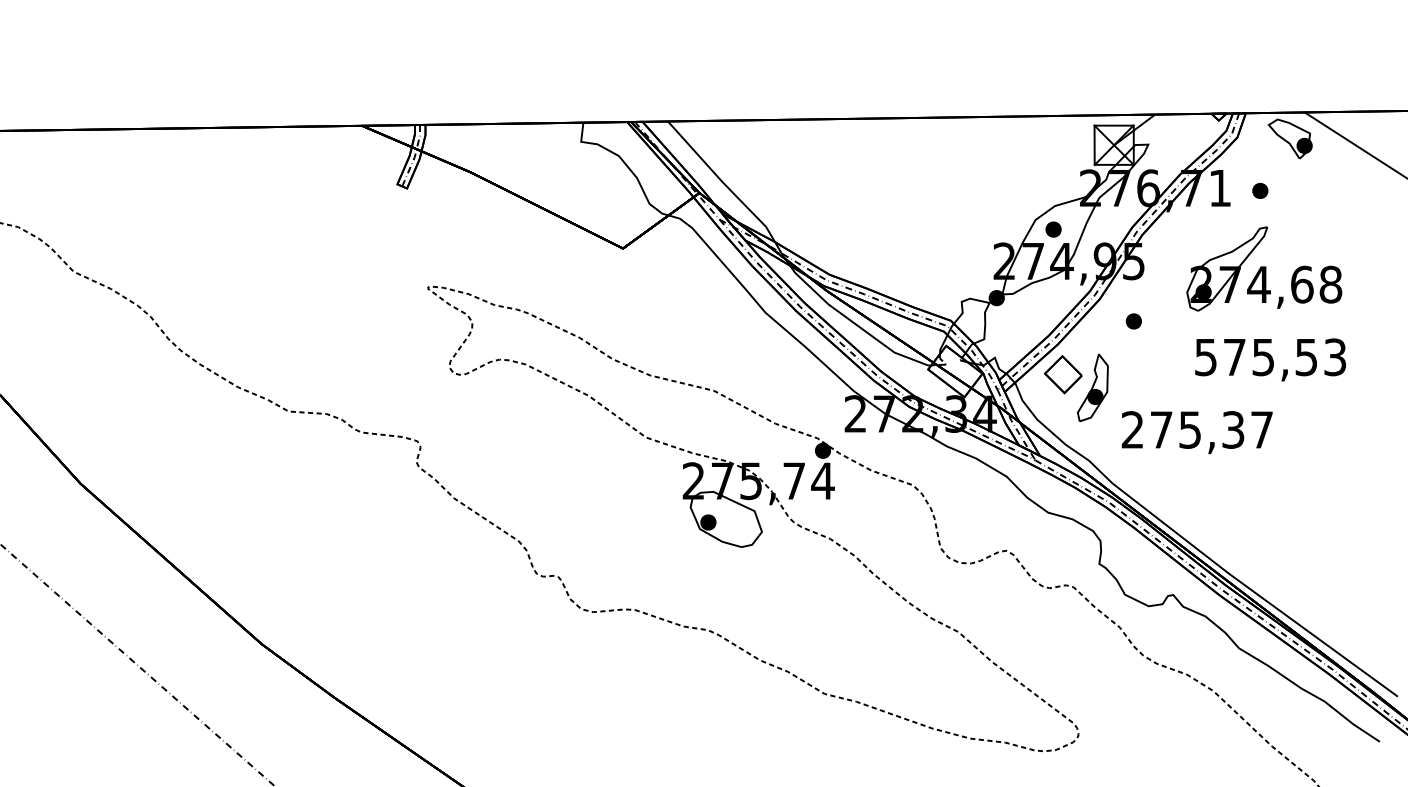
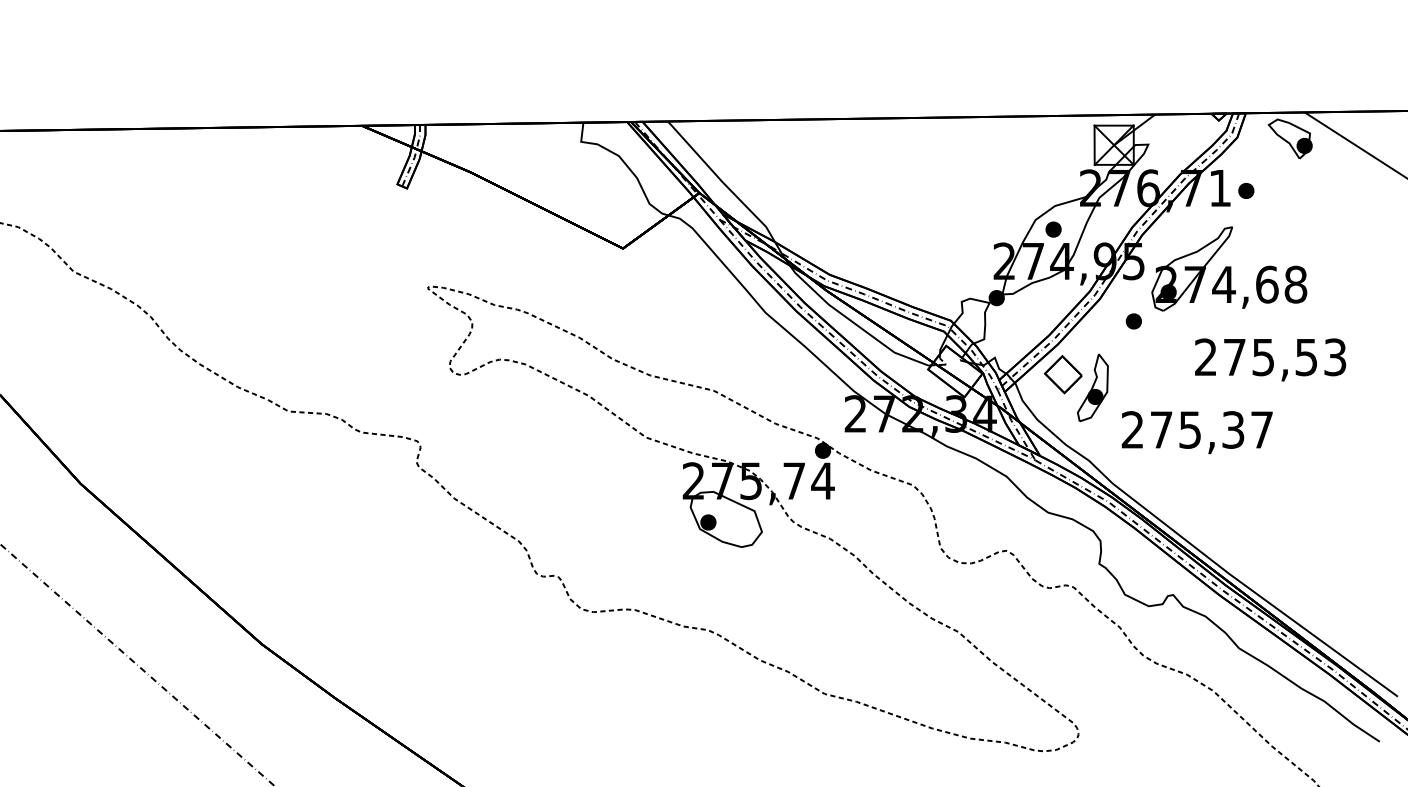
part at (1260, 190) position: (1260, 190) -> (1246, 190)
part at (1264, 268) position: (1264, 268) -> (1229, 268)
text at (1205, 357): 575,53 -> 275,53
